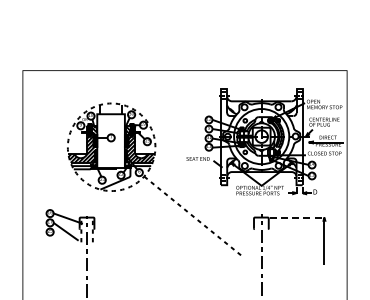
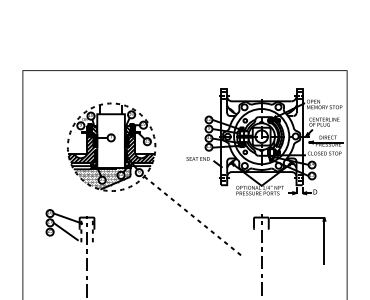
hatch at (103, 177): none -> present
line at (297, 217): dashed -> solid
